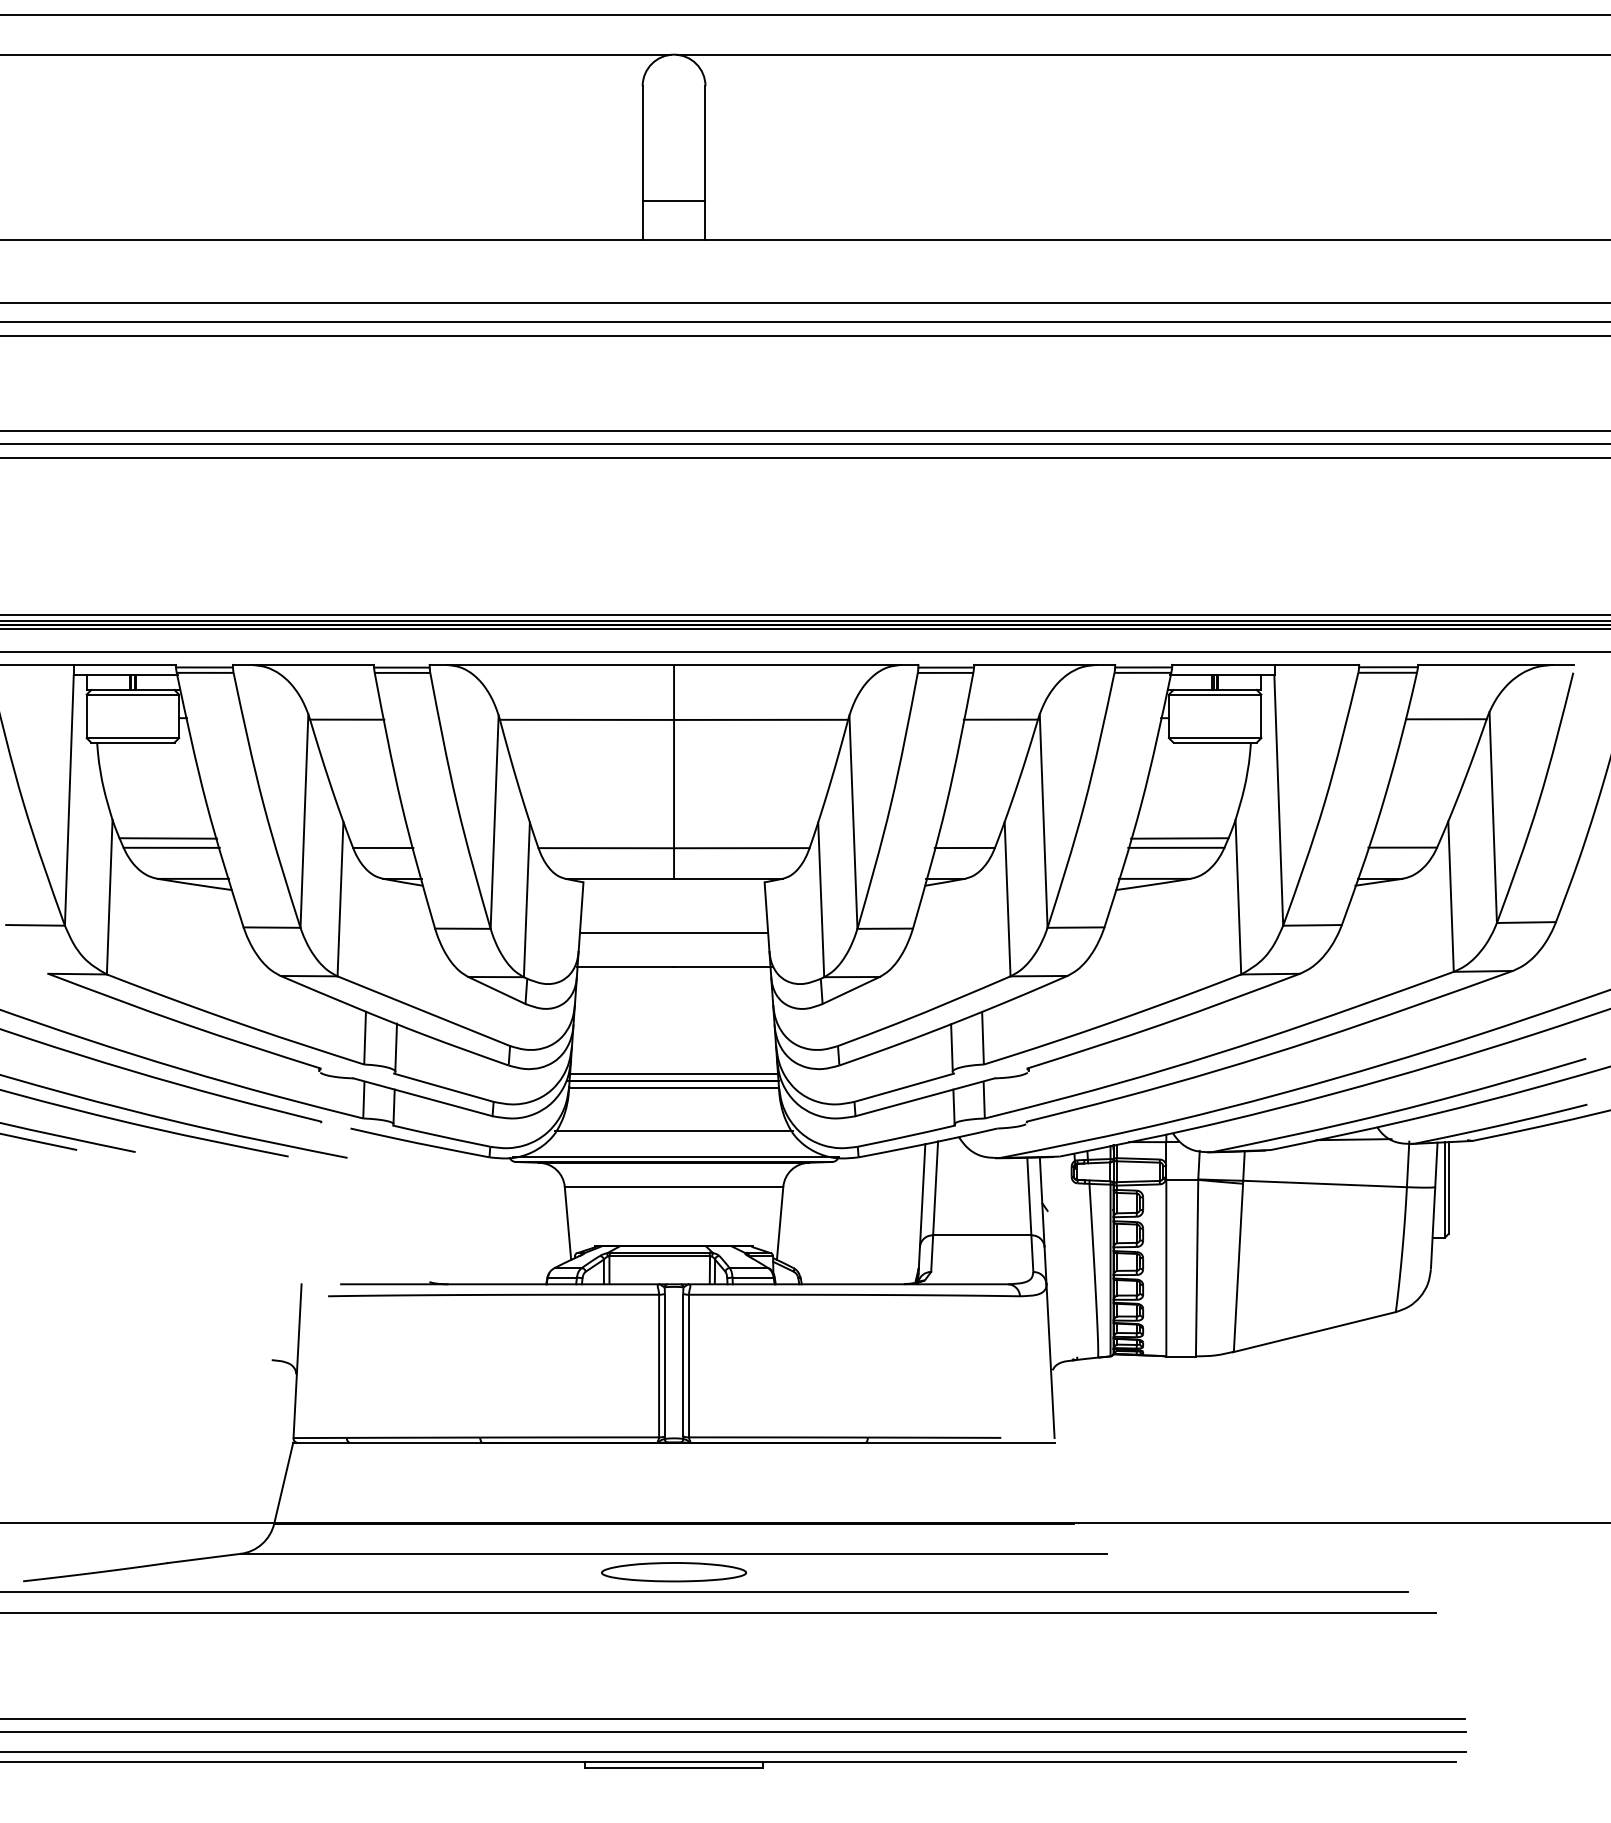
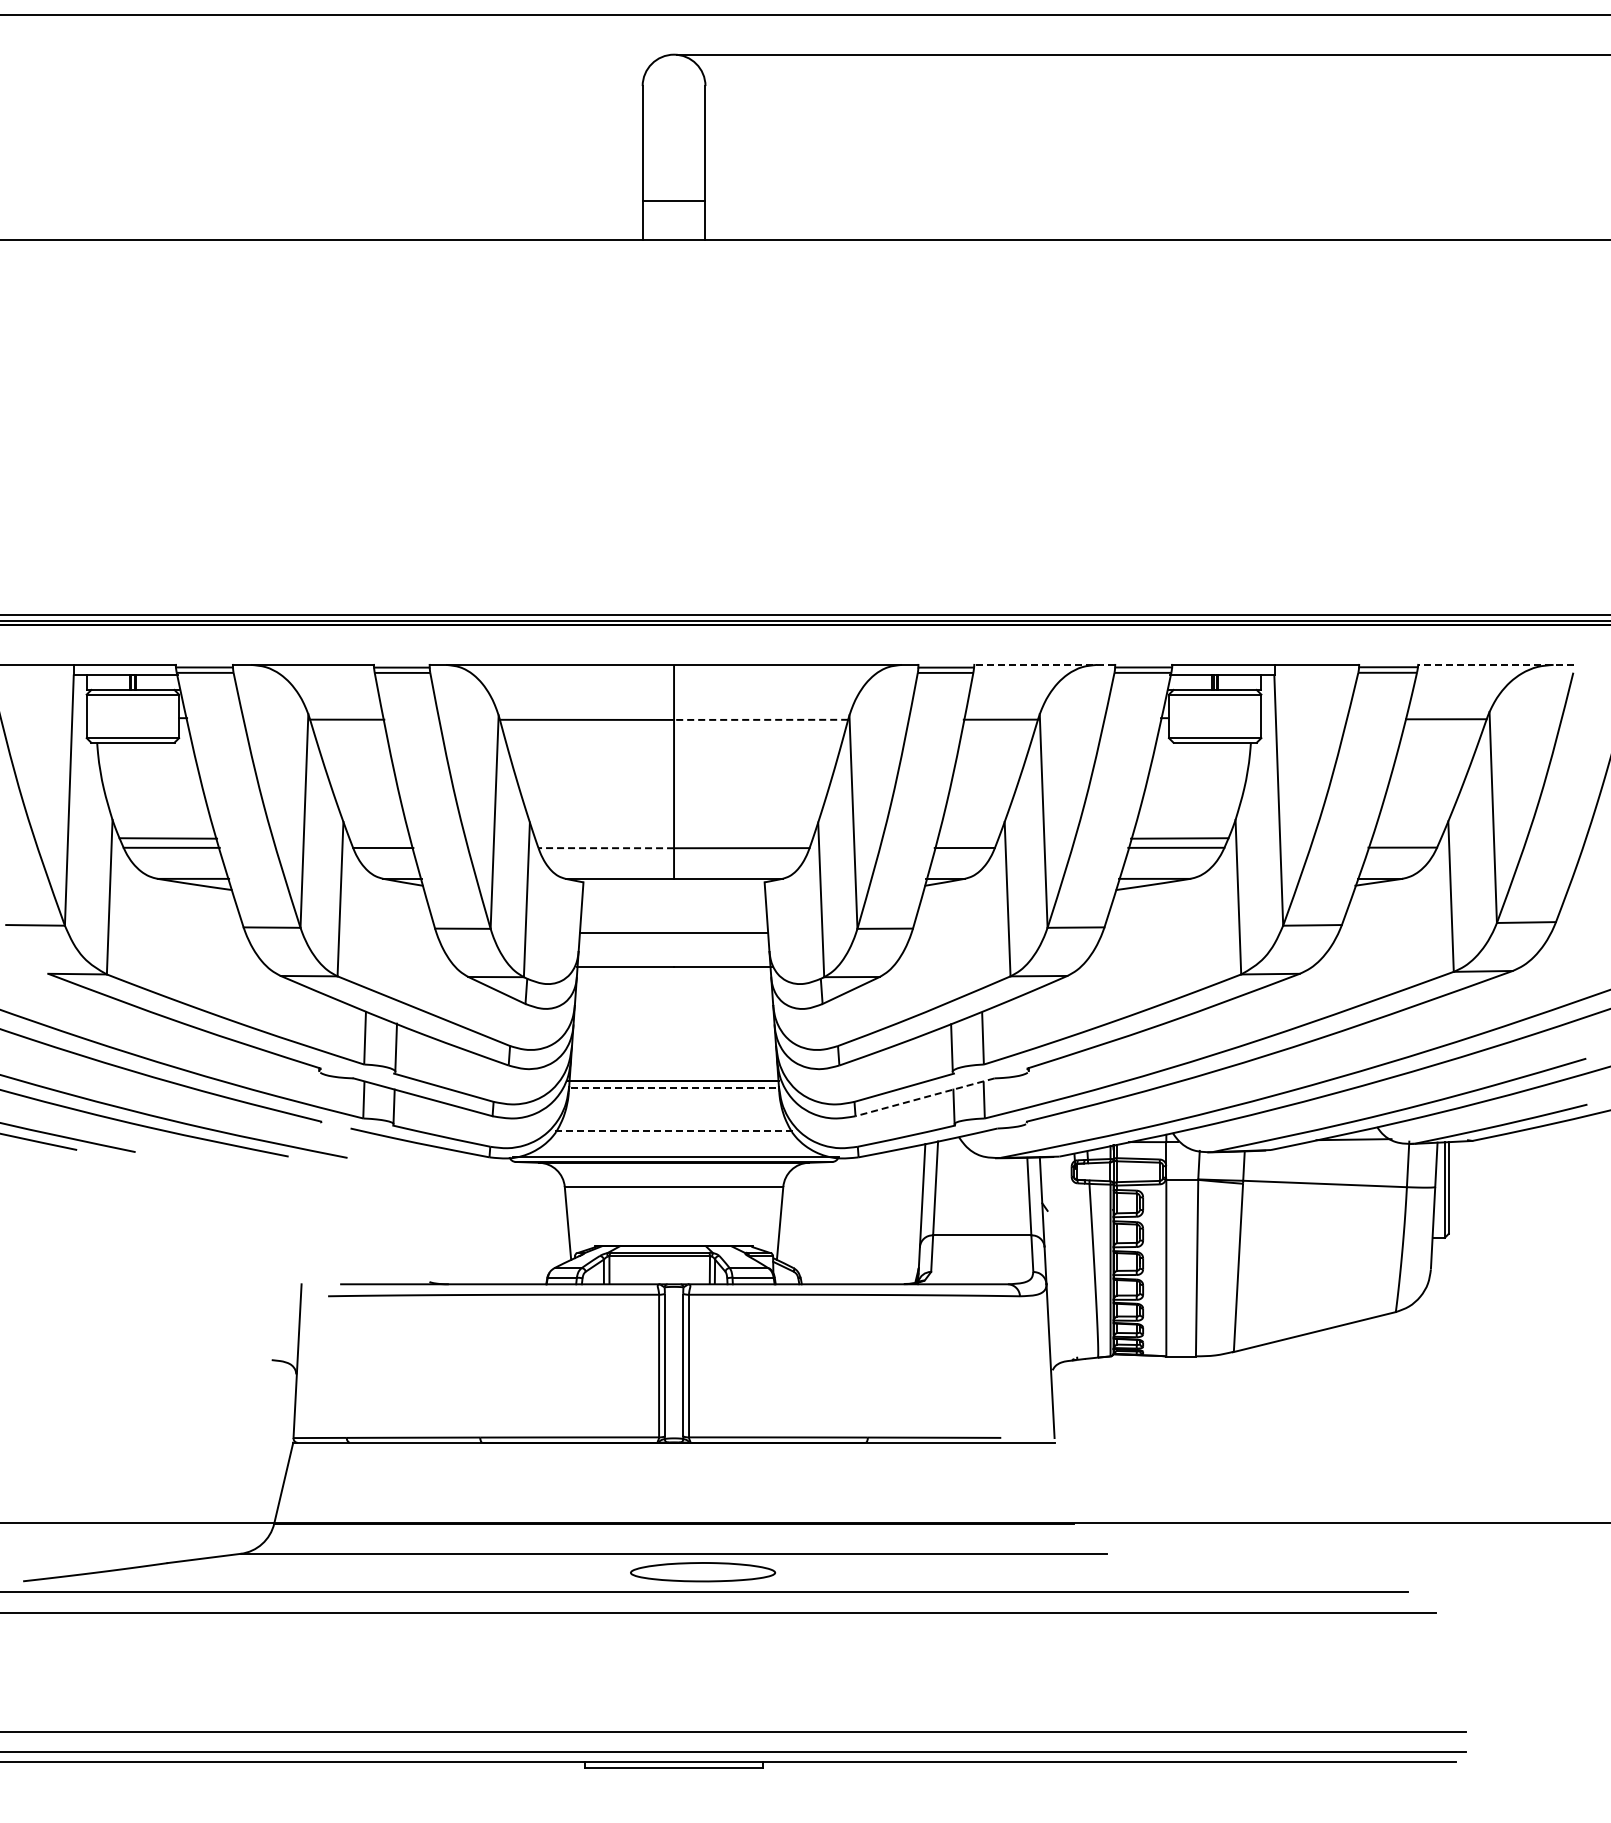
line at (336, 54): present -> none
line at (804, 303): present -> none
line at (804, 322): present -> none
line at (804, 335): present -> none
line at (804, 431): present -> none
line at (804, 444): present -> none
line at (804, 457): present -> none
line at (804, 629): present -> none
line at (804, 651): present -> none
line at (1044, 664): solid -> dashed
line at (1495, 664): solid -> dashed
line at (760, 719): solid -> dashed
line at (606, 848): solid -> dashed
line at (673, 1074): present -> none
line at (674, 1087): solid -> dashed
line at (924, 1097): solid -> dashed
line at (674, 1131): solid -> dashed
part at (674, 1572) position: (674, 1572) -> (703, 1572)
line at (733, 1718): present -> none
